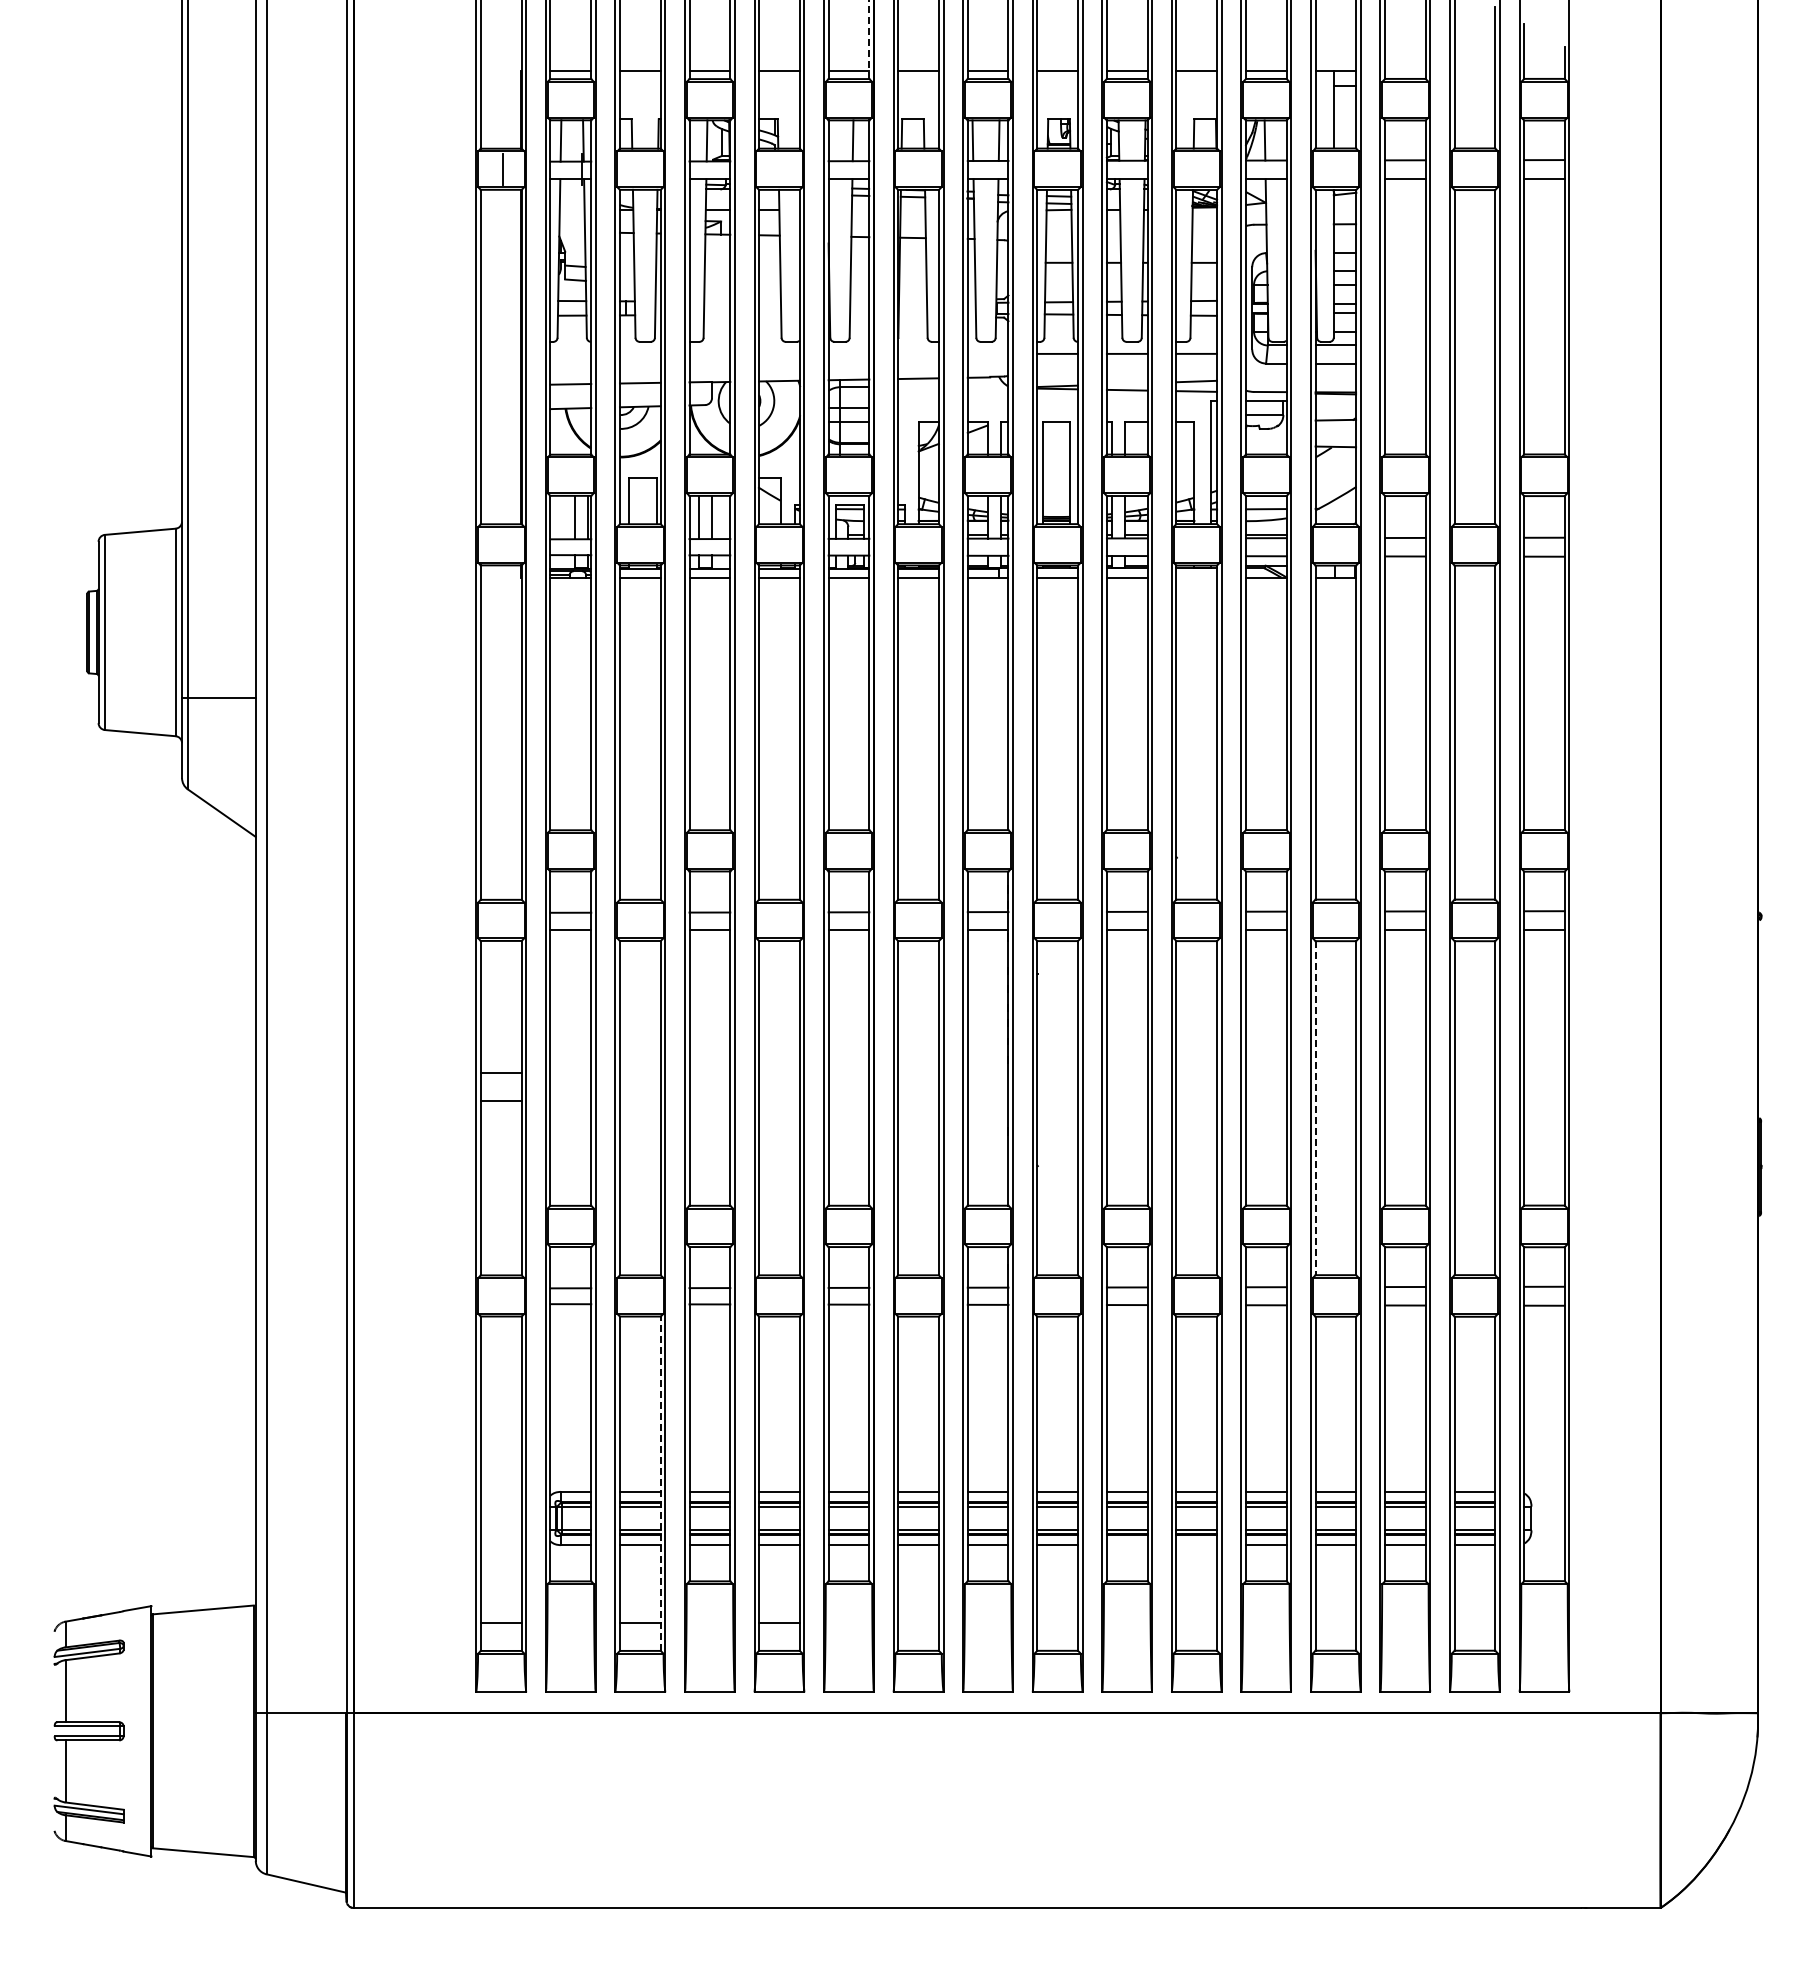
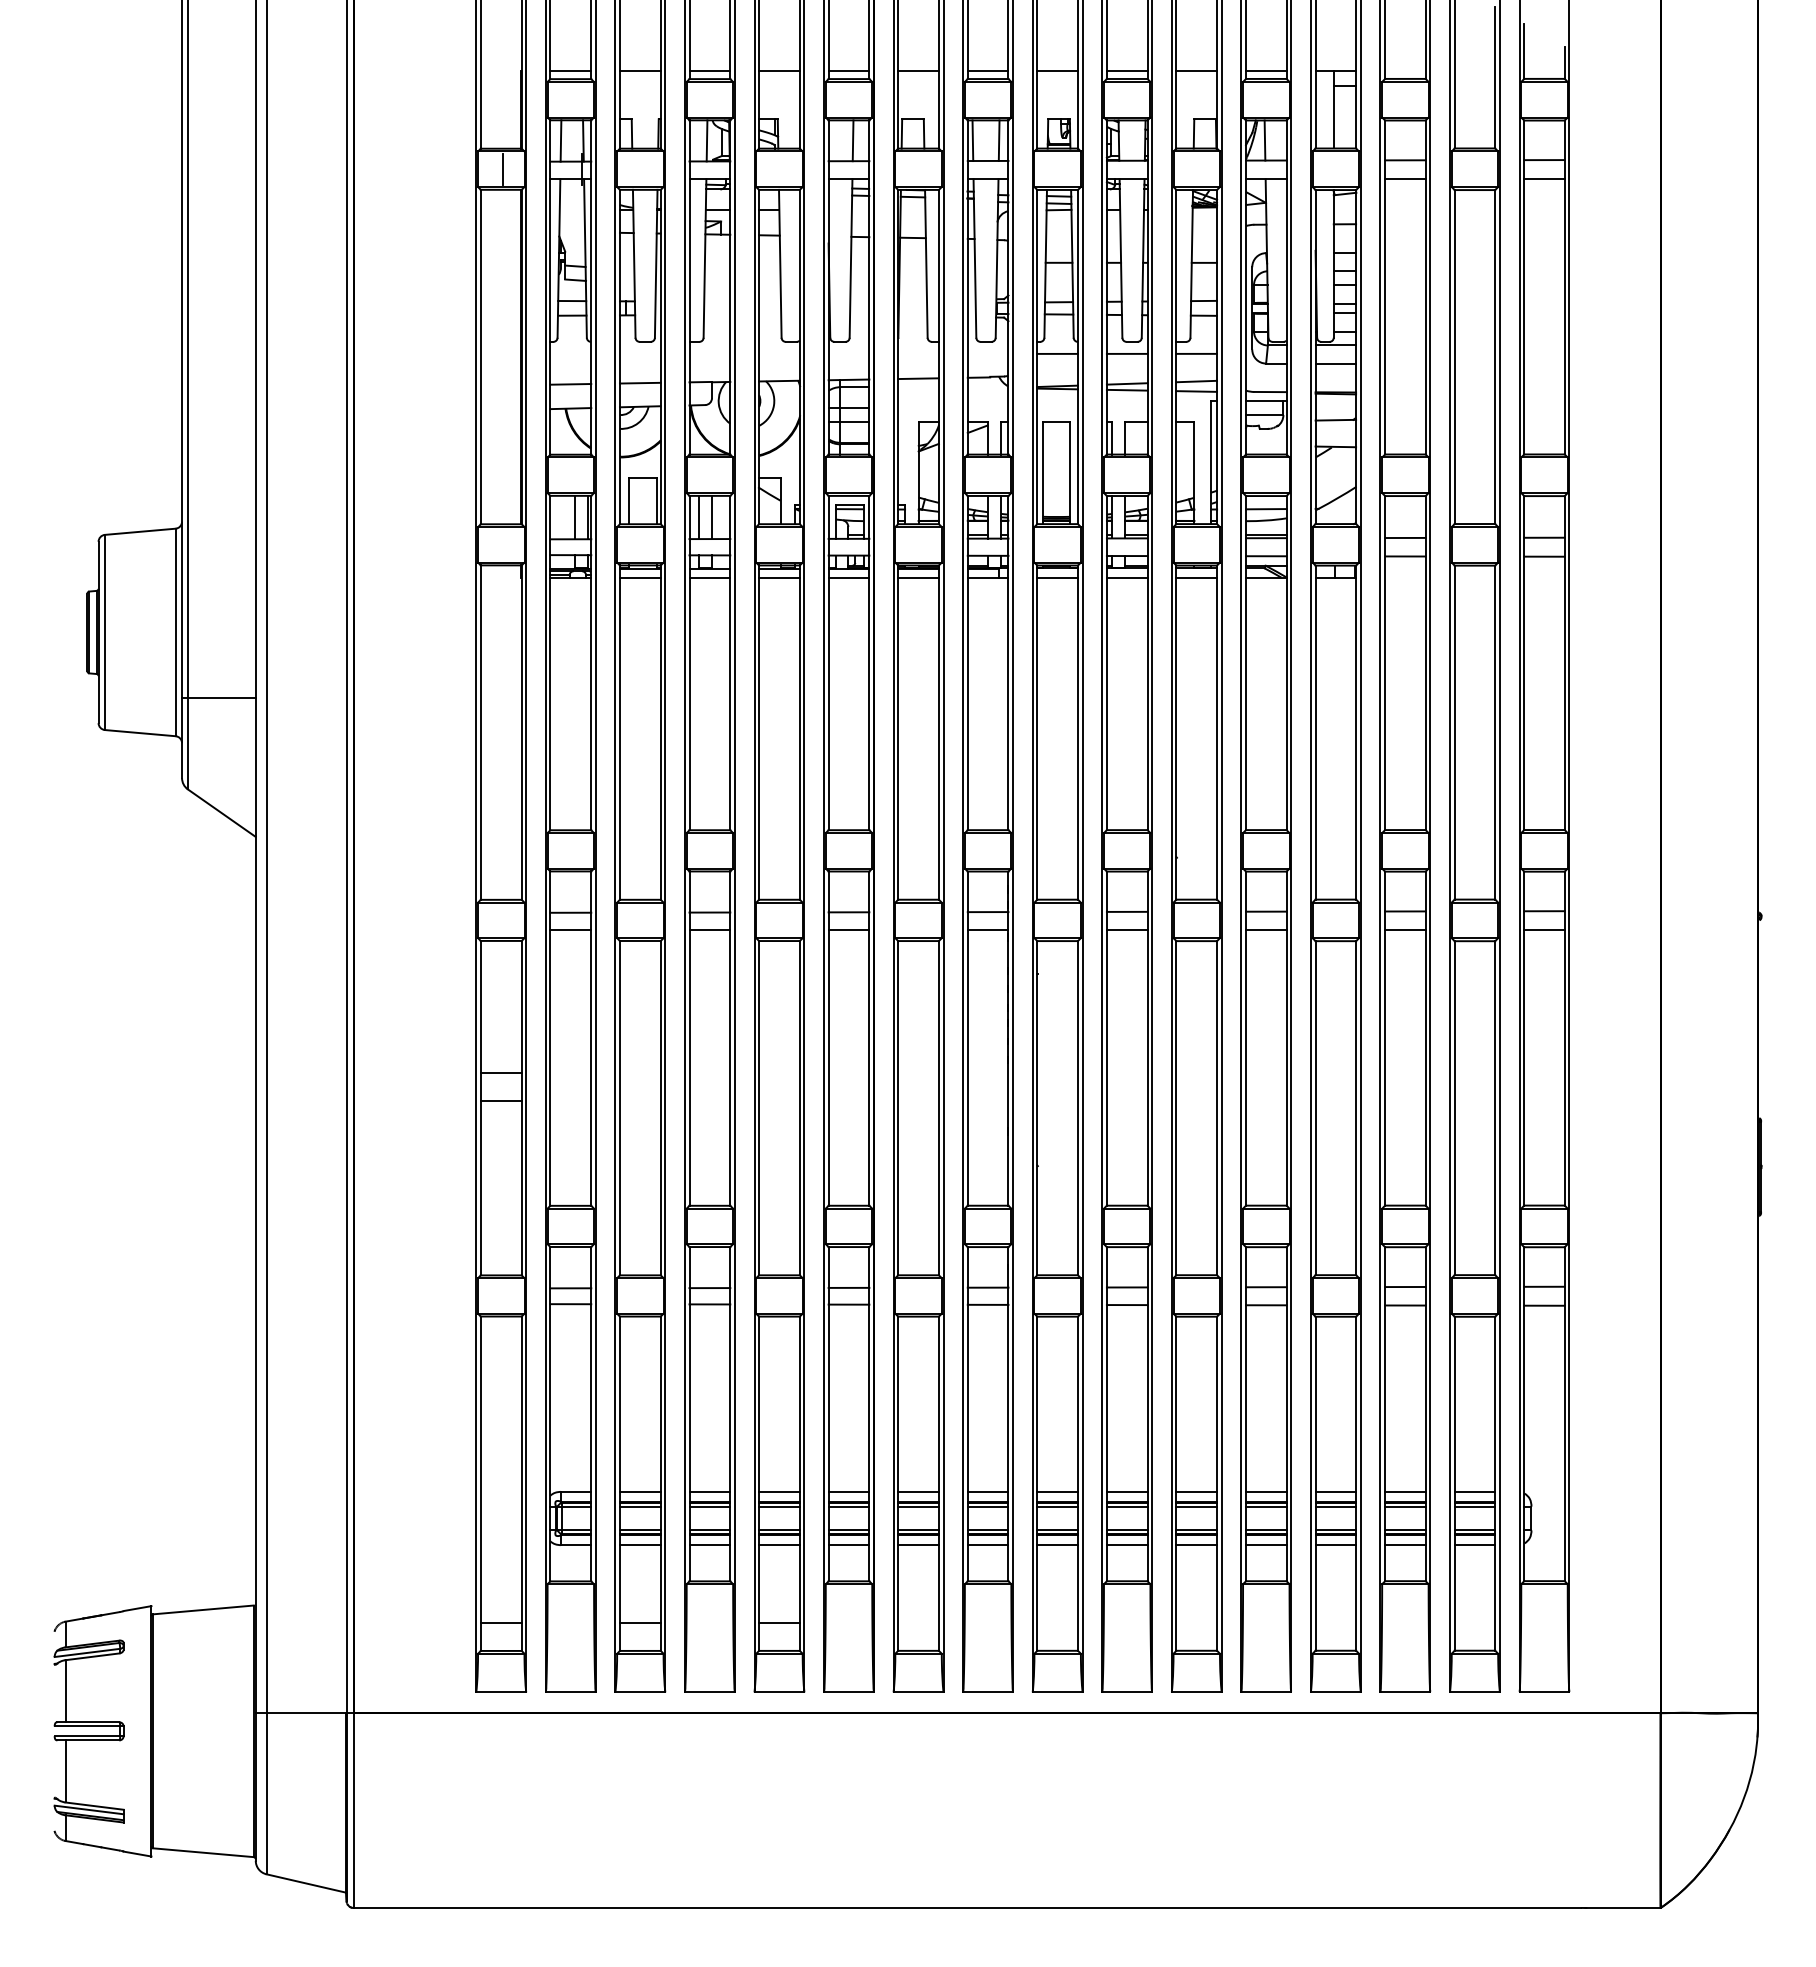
line at (869, 39): dashed -> solid
line at (1126, 383): none -> present
line at (1196, 578): none -> present
line at (1315, 1108): dashed -> solid
line at (660, 1483): dashed -> solid
line at (1126, 1545): none -> present
line at (1196, 1545): none -> present
